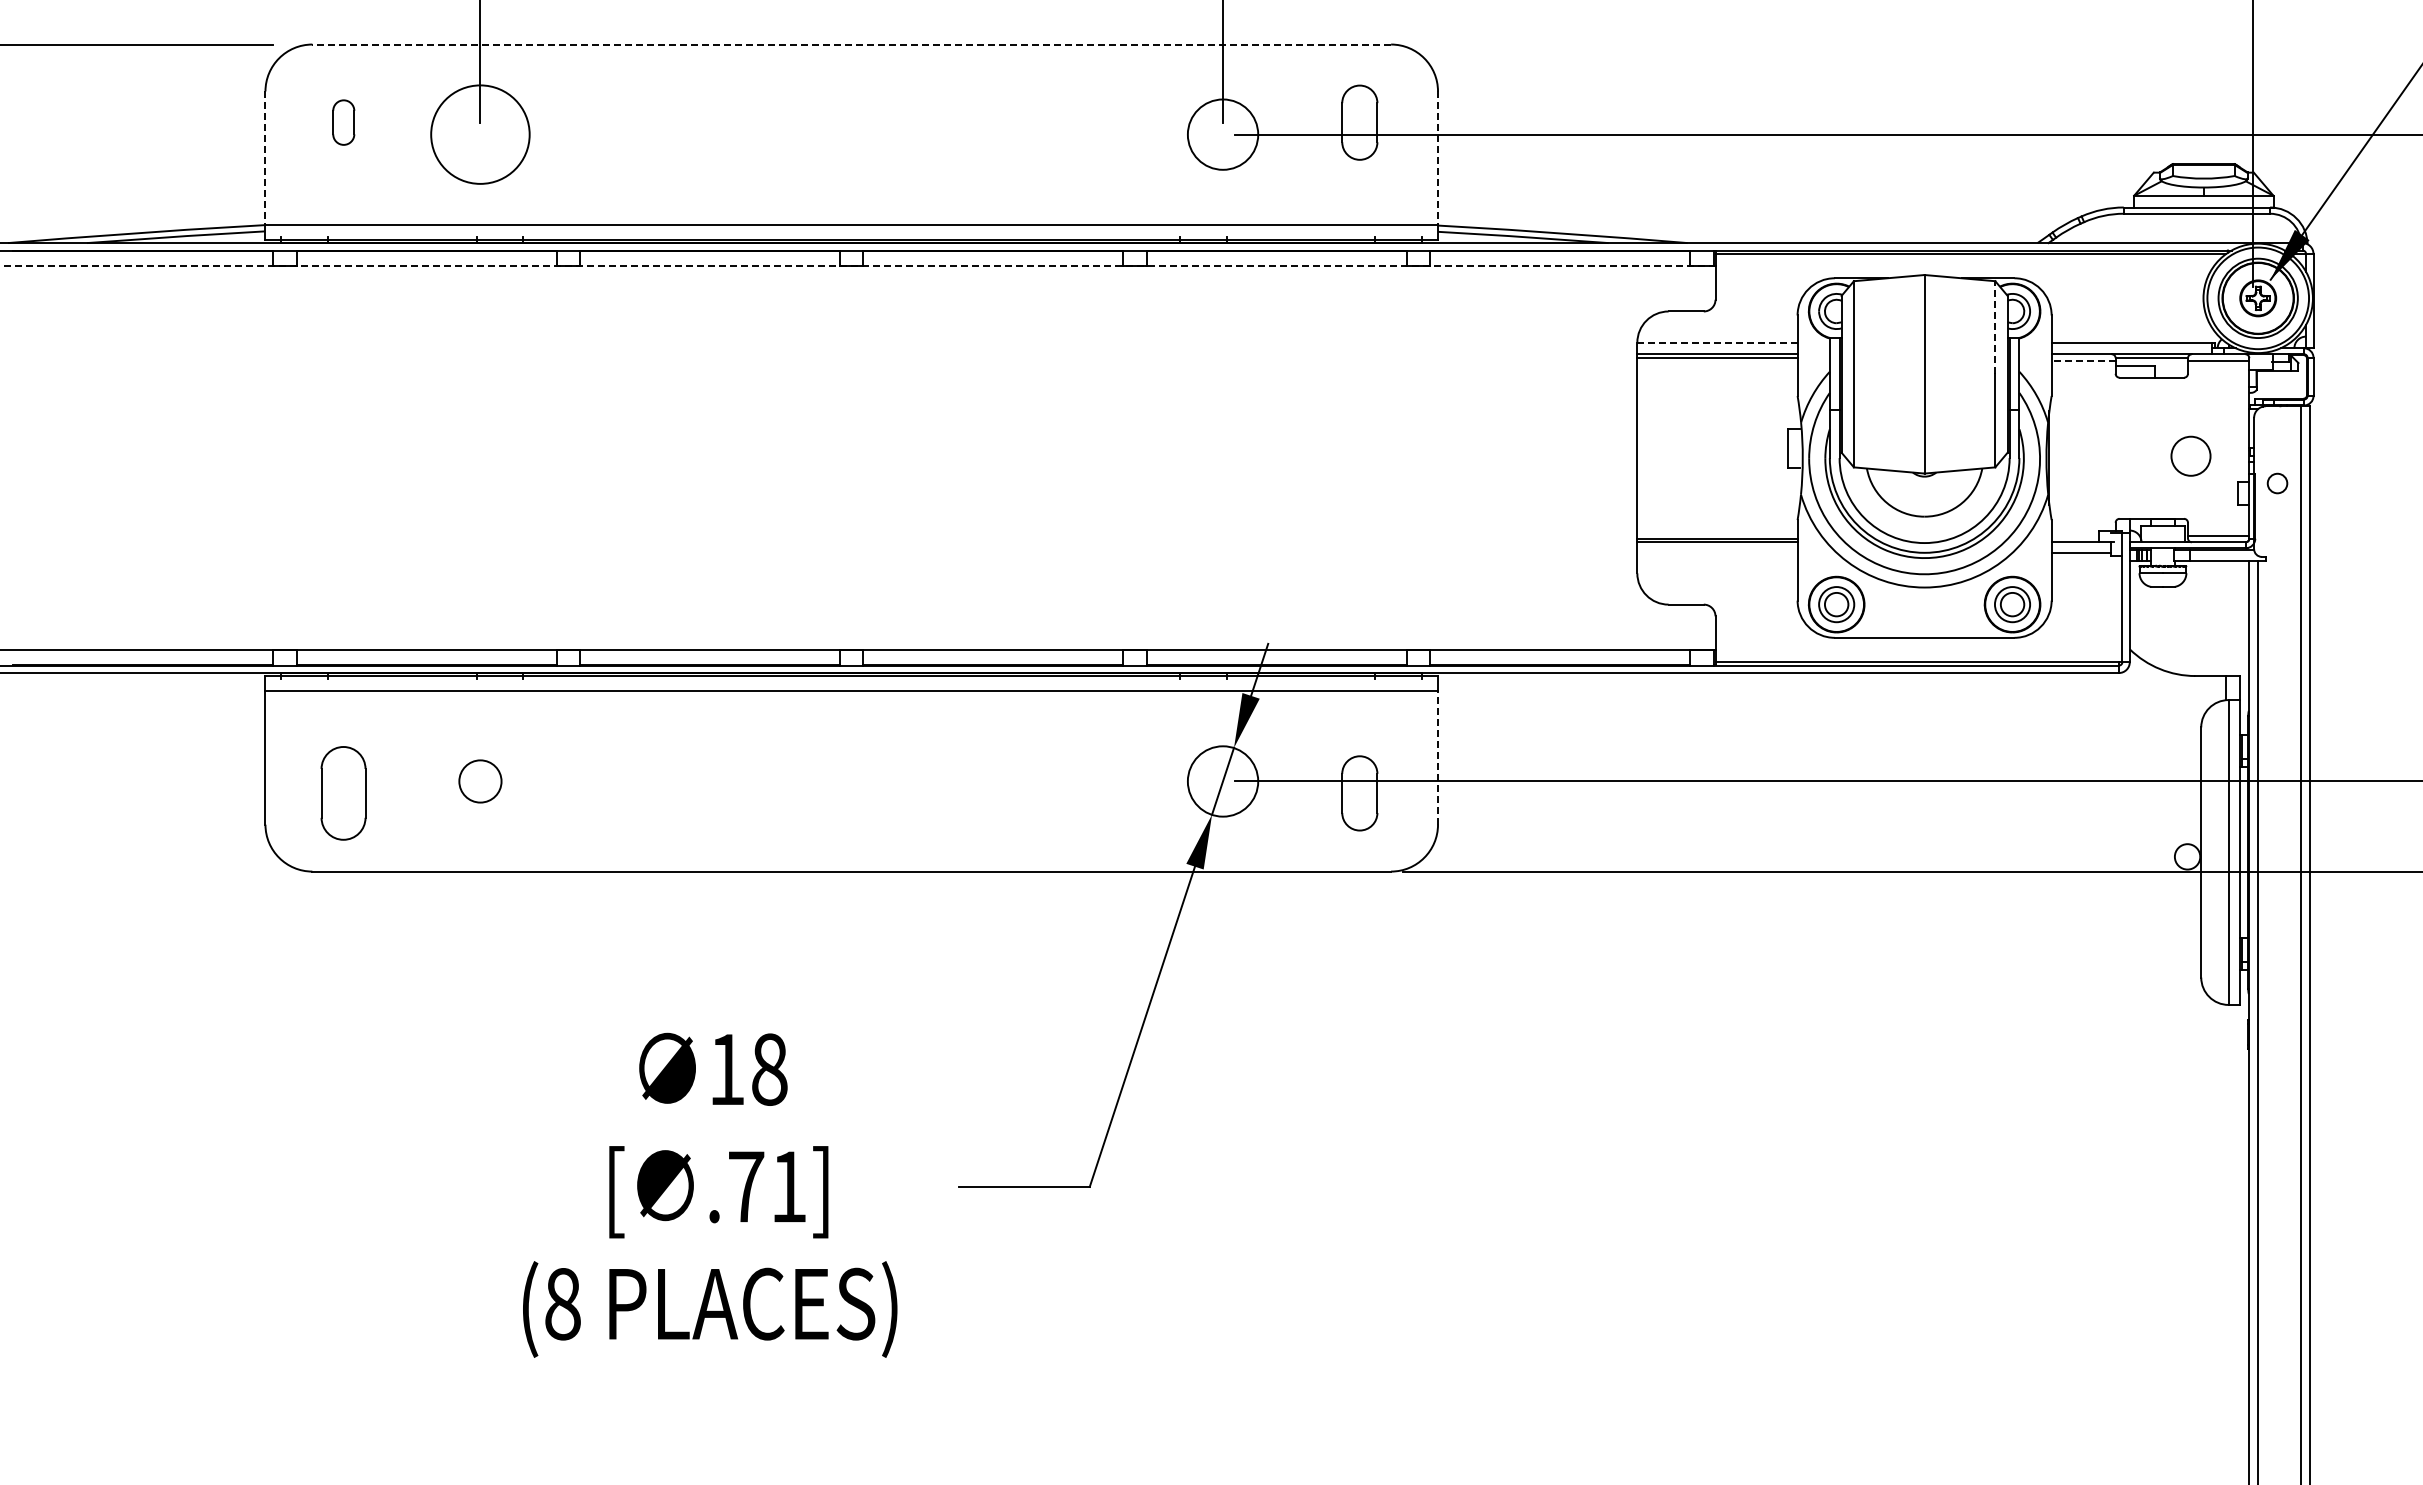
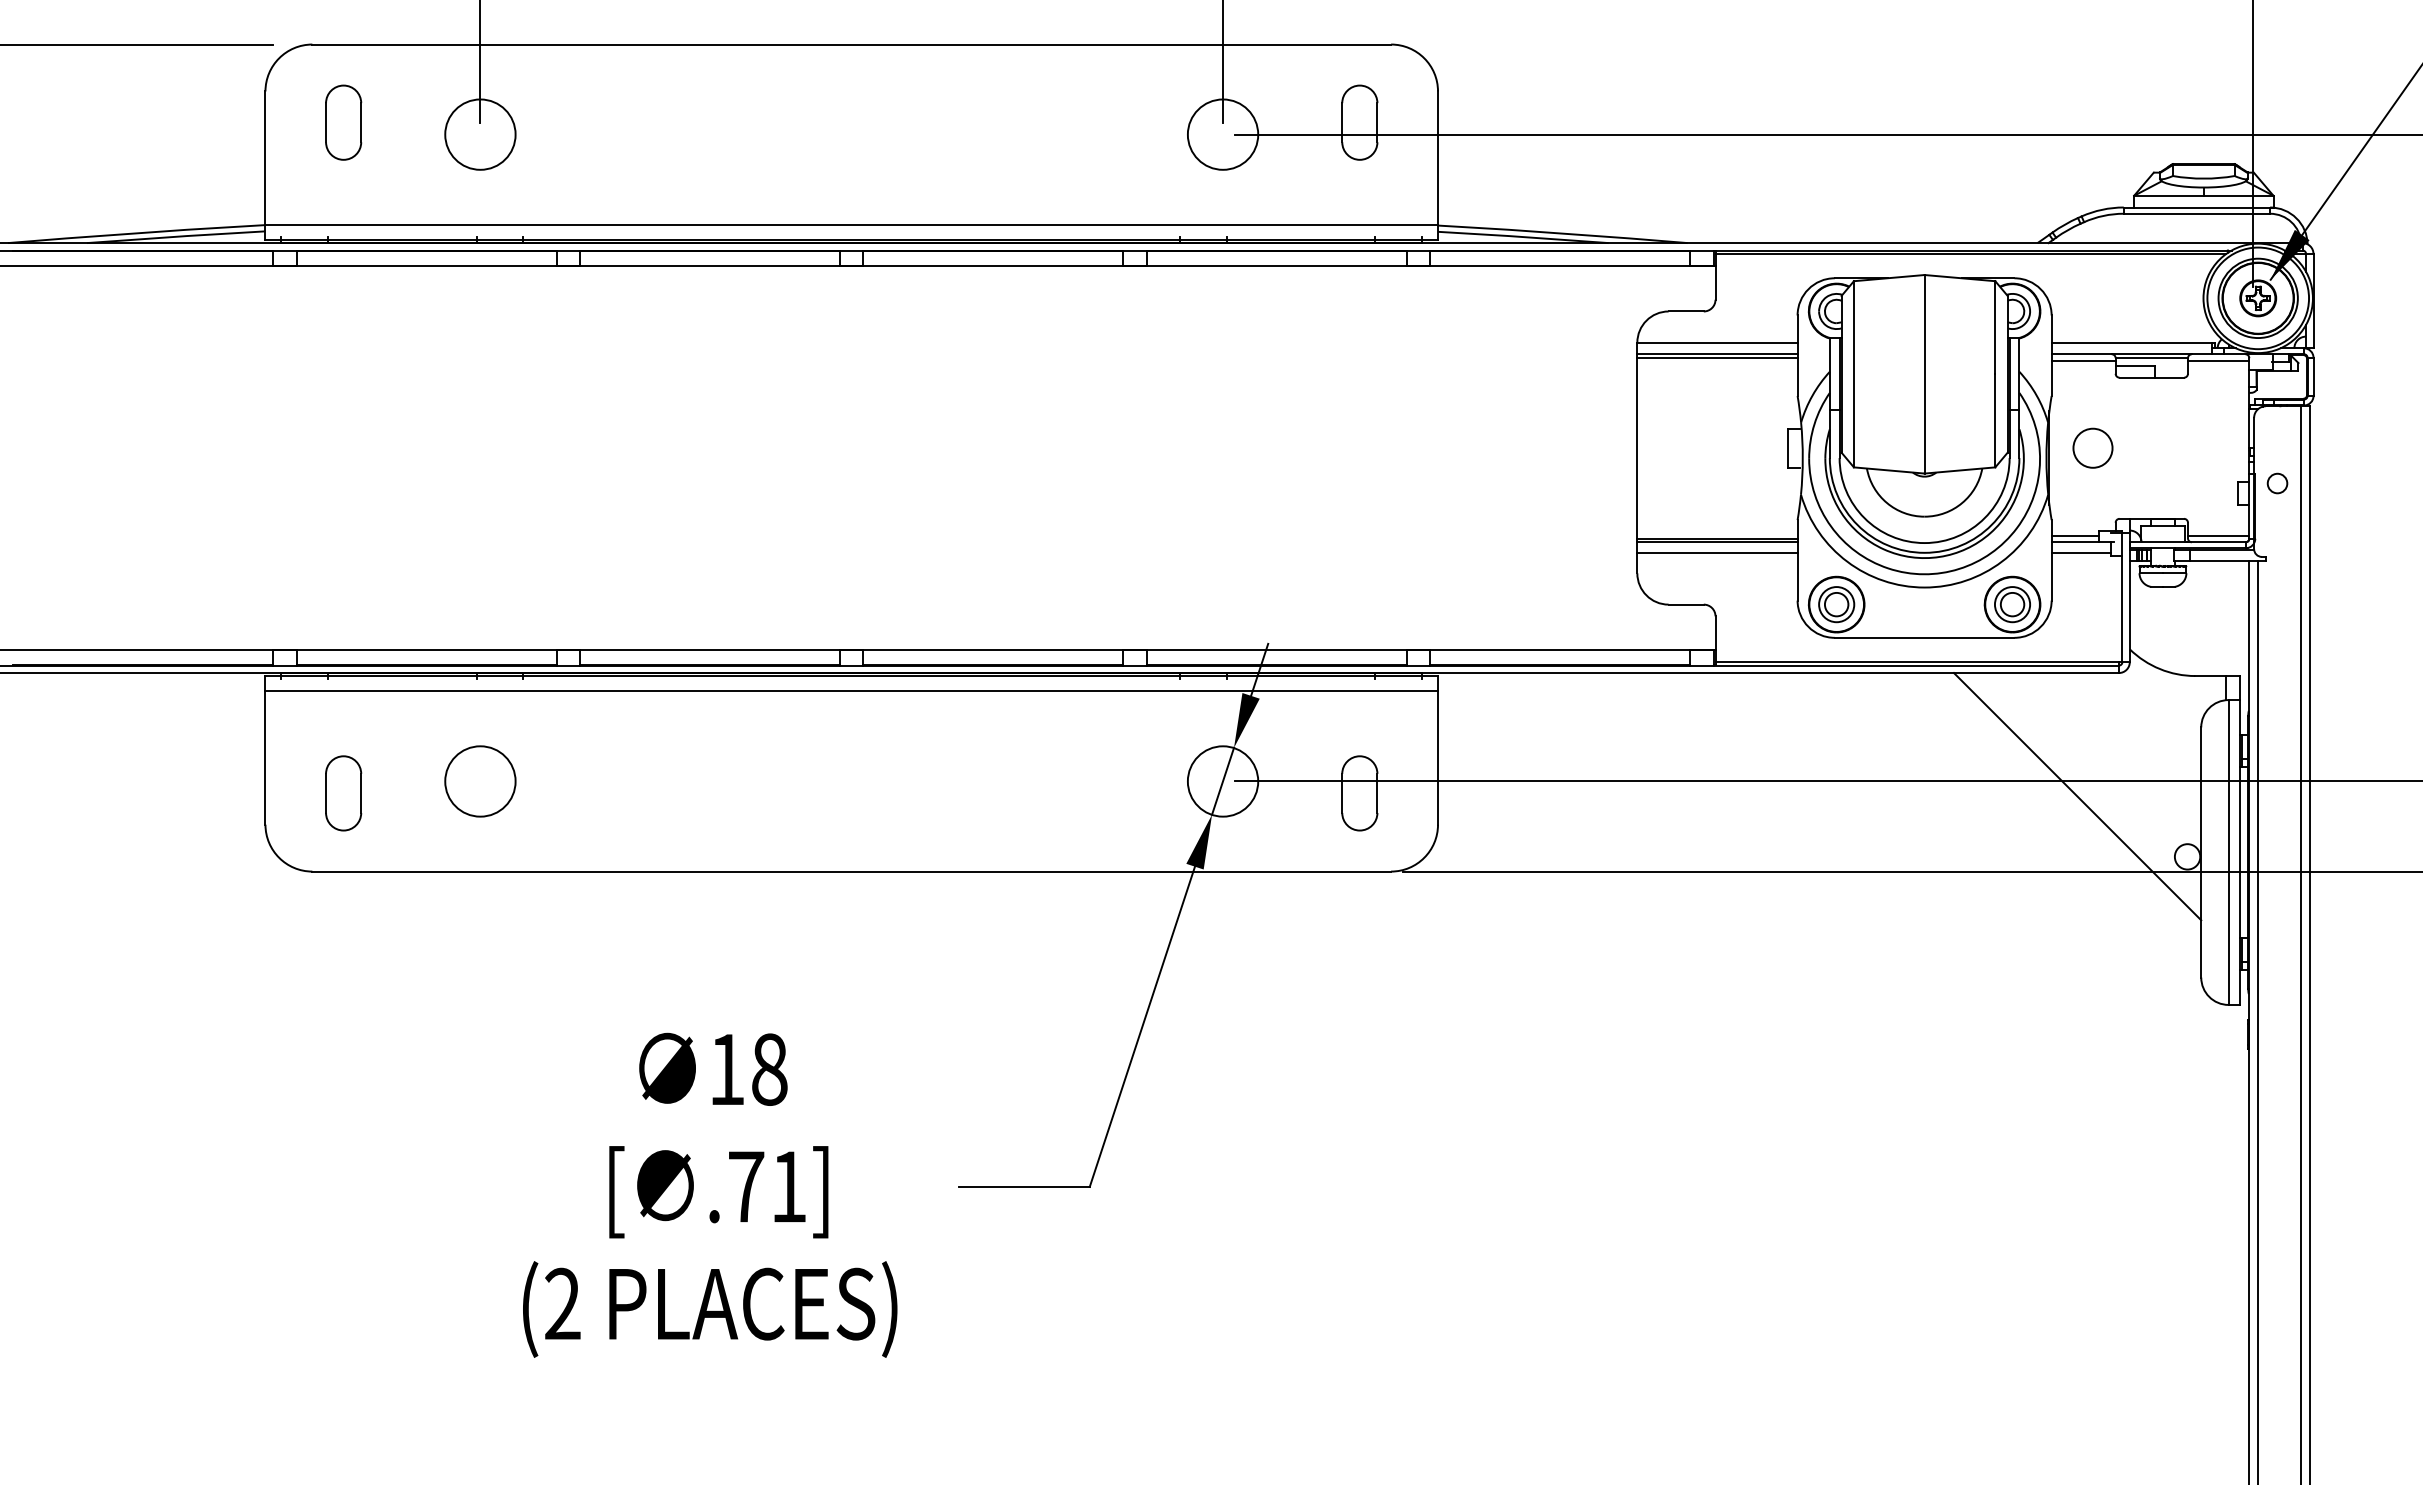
line at (851, 44): dashed -> solid
part at (343, 122) size: 24x47 px -> 38x77 px
circle at (480, 134) diameter: 98 px -> 70 px
line at (265, 158): dashed -> solid
line at (1438, 158): dashed -> solid
line at (857, 265): dashed -> solid
line at (1995, 327): dashed -> solid
line at (1716, 343): dashed -> solid
line at (2083, 360): dashed -> solid
circle at (2190, 455) position: (2190, 455) -> (2092, 447)
line at (2074, 536): none -> present
line at (1717, 553): none -> present
line at (1438, 758): dashed -> solid
circle at (480, 781) size: 45x45 px -> 73x73 px
part at (343, 793) size: 47x95 px -> 38x77 px
line at (2077, 796): none -> present
text at (562, 1303): (8 -> (2
